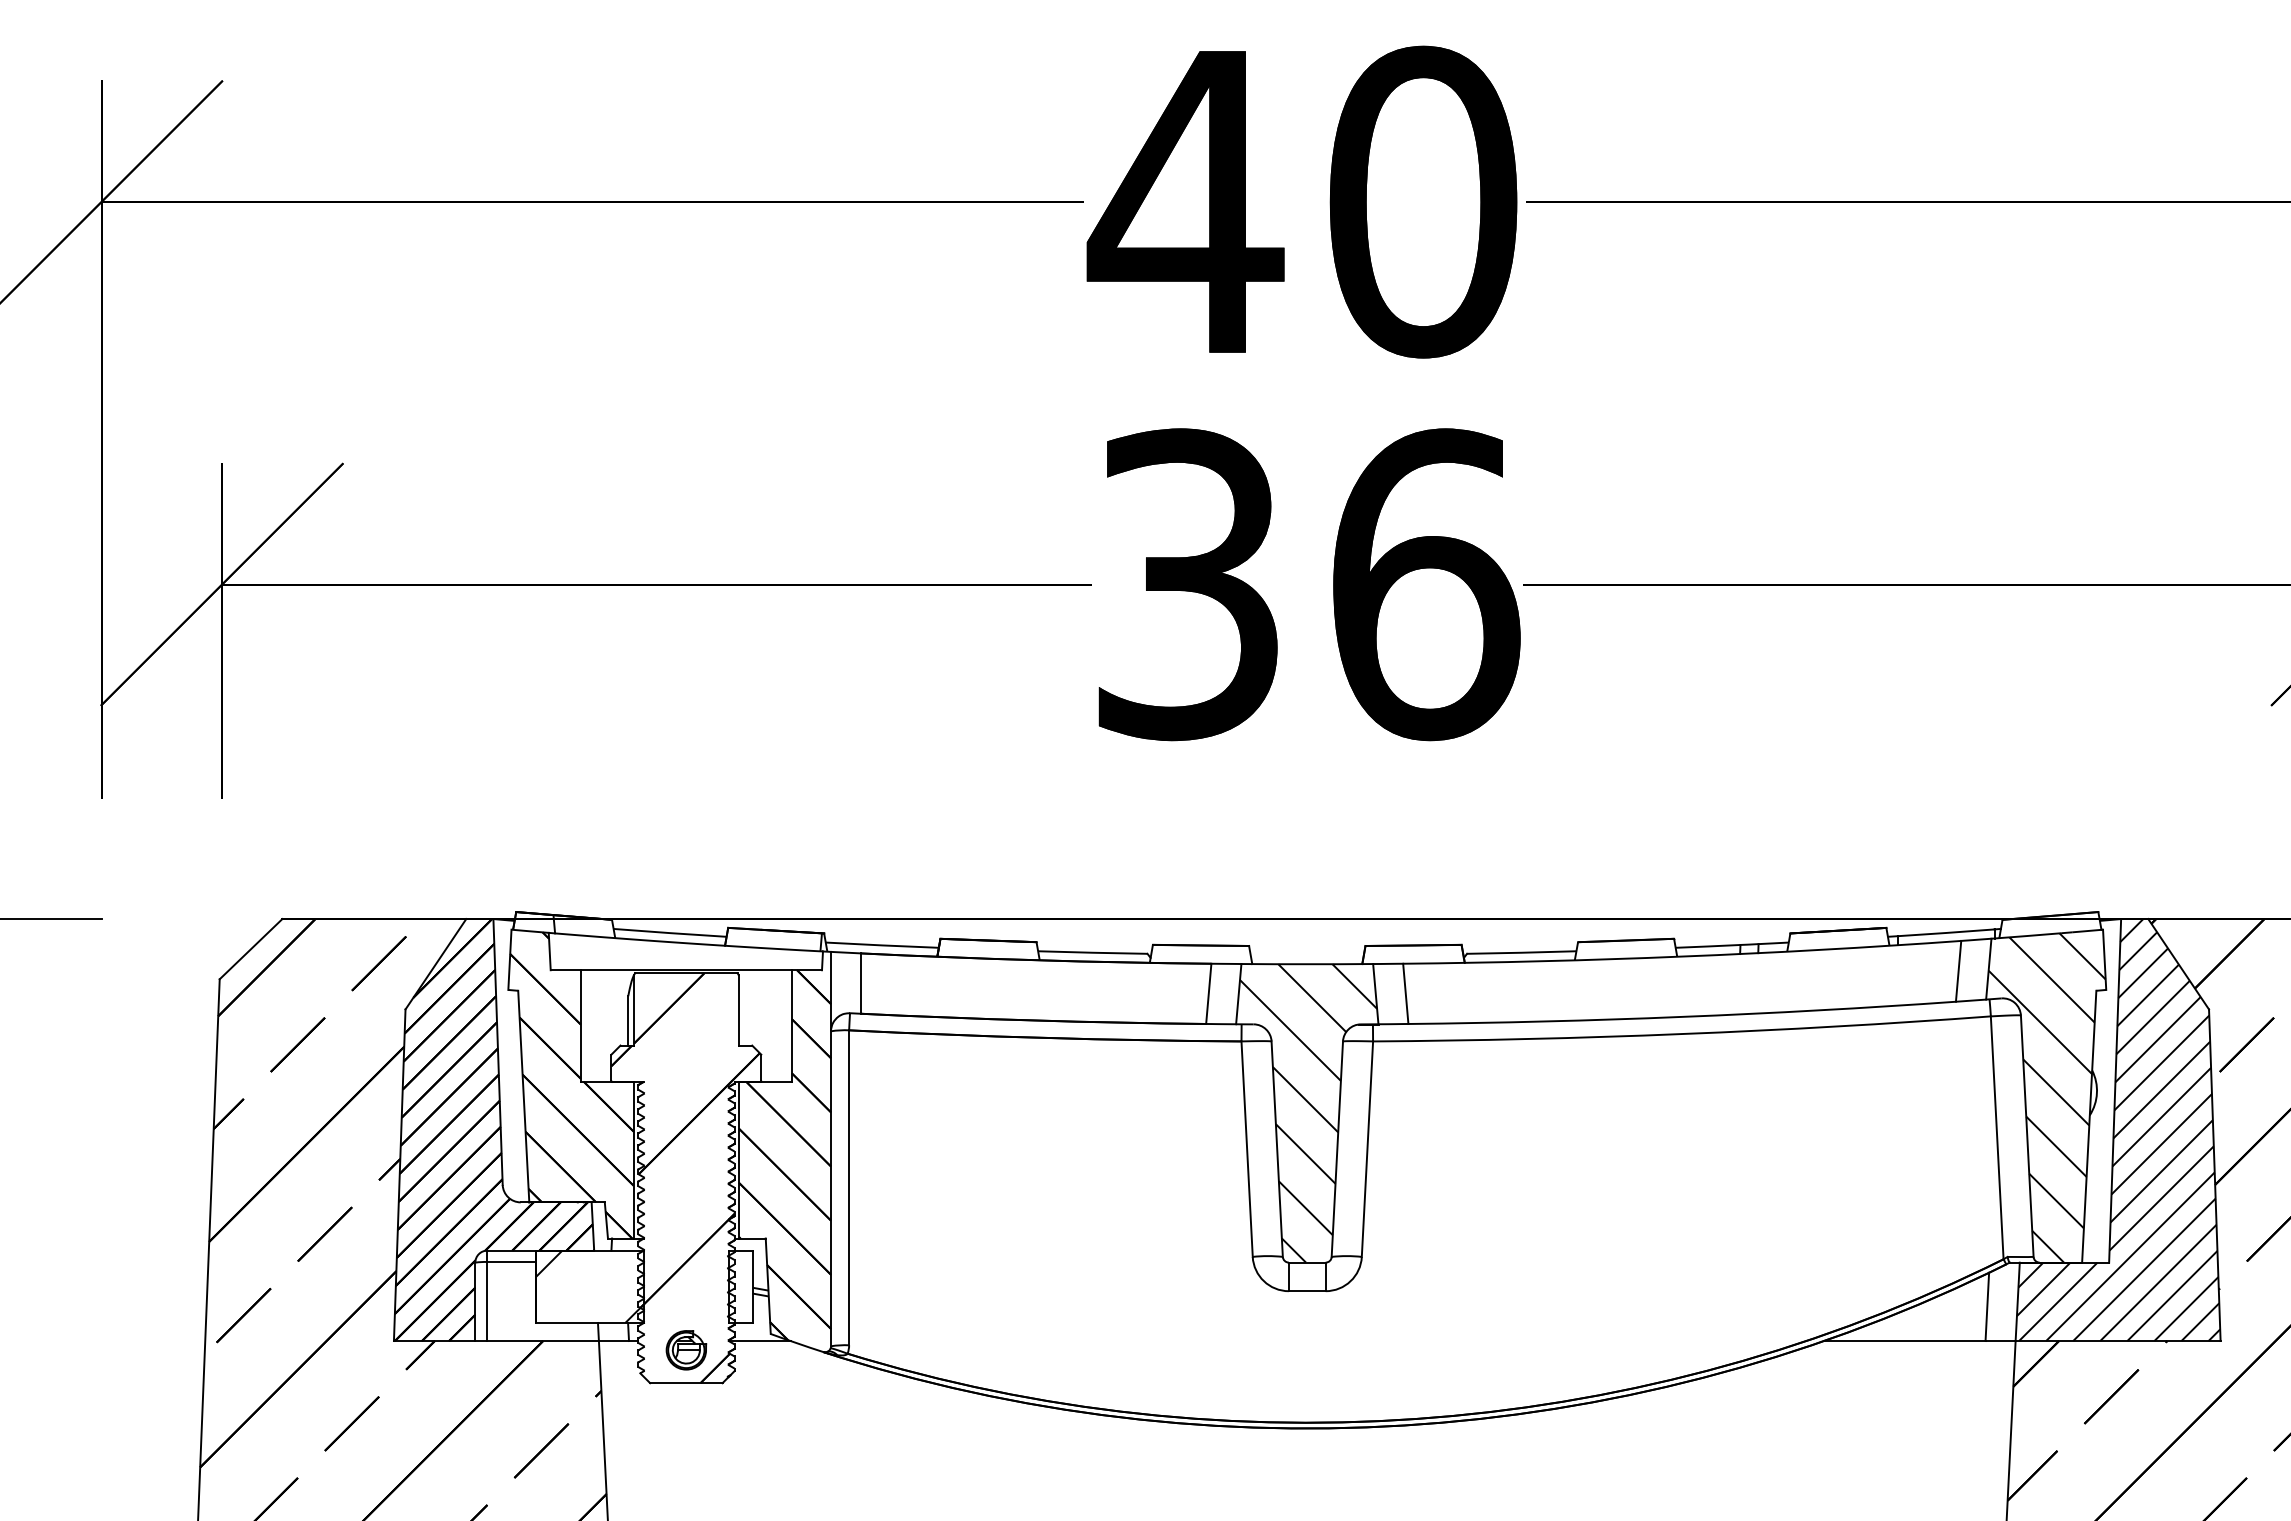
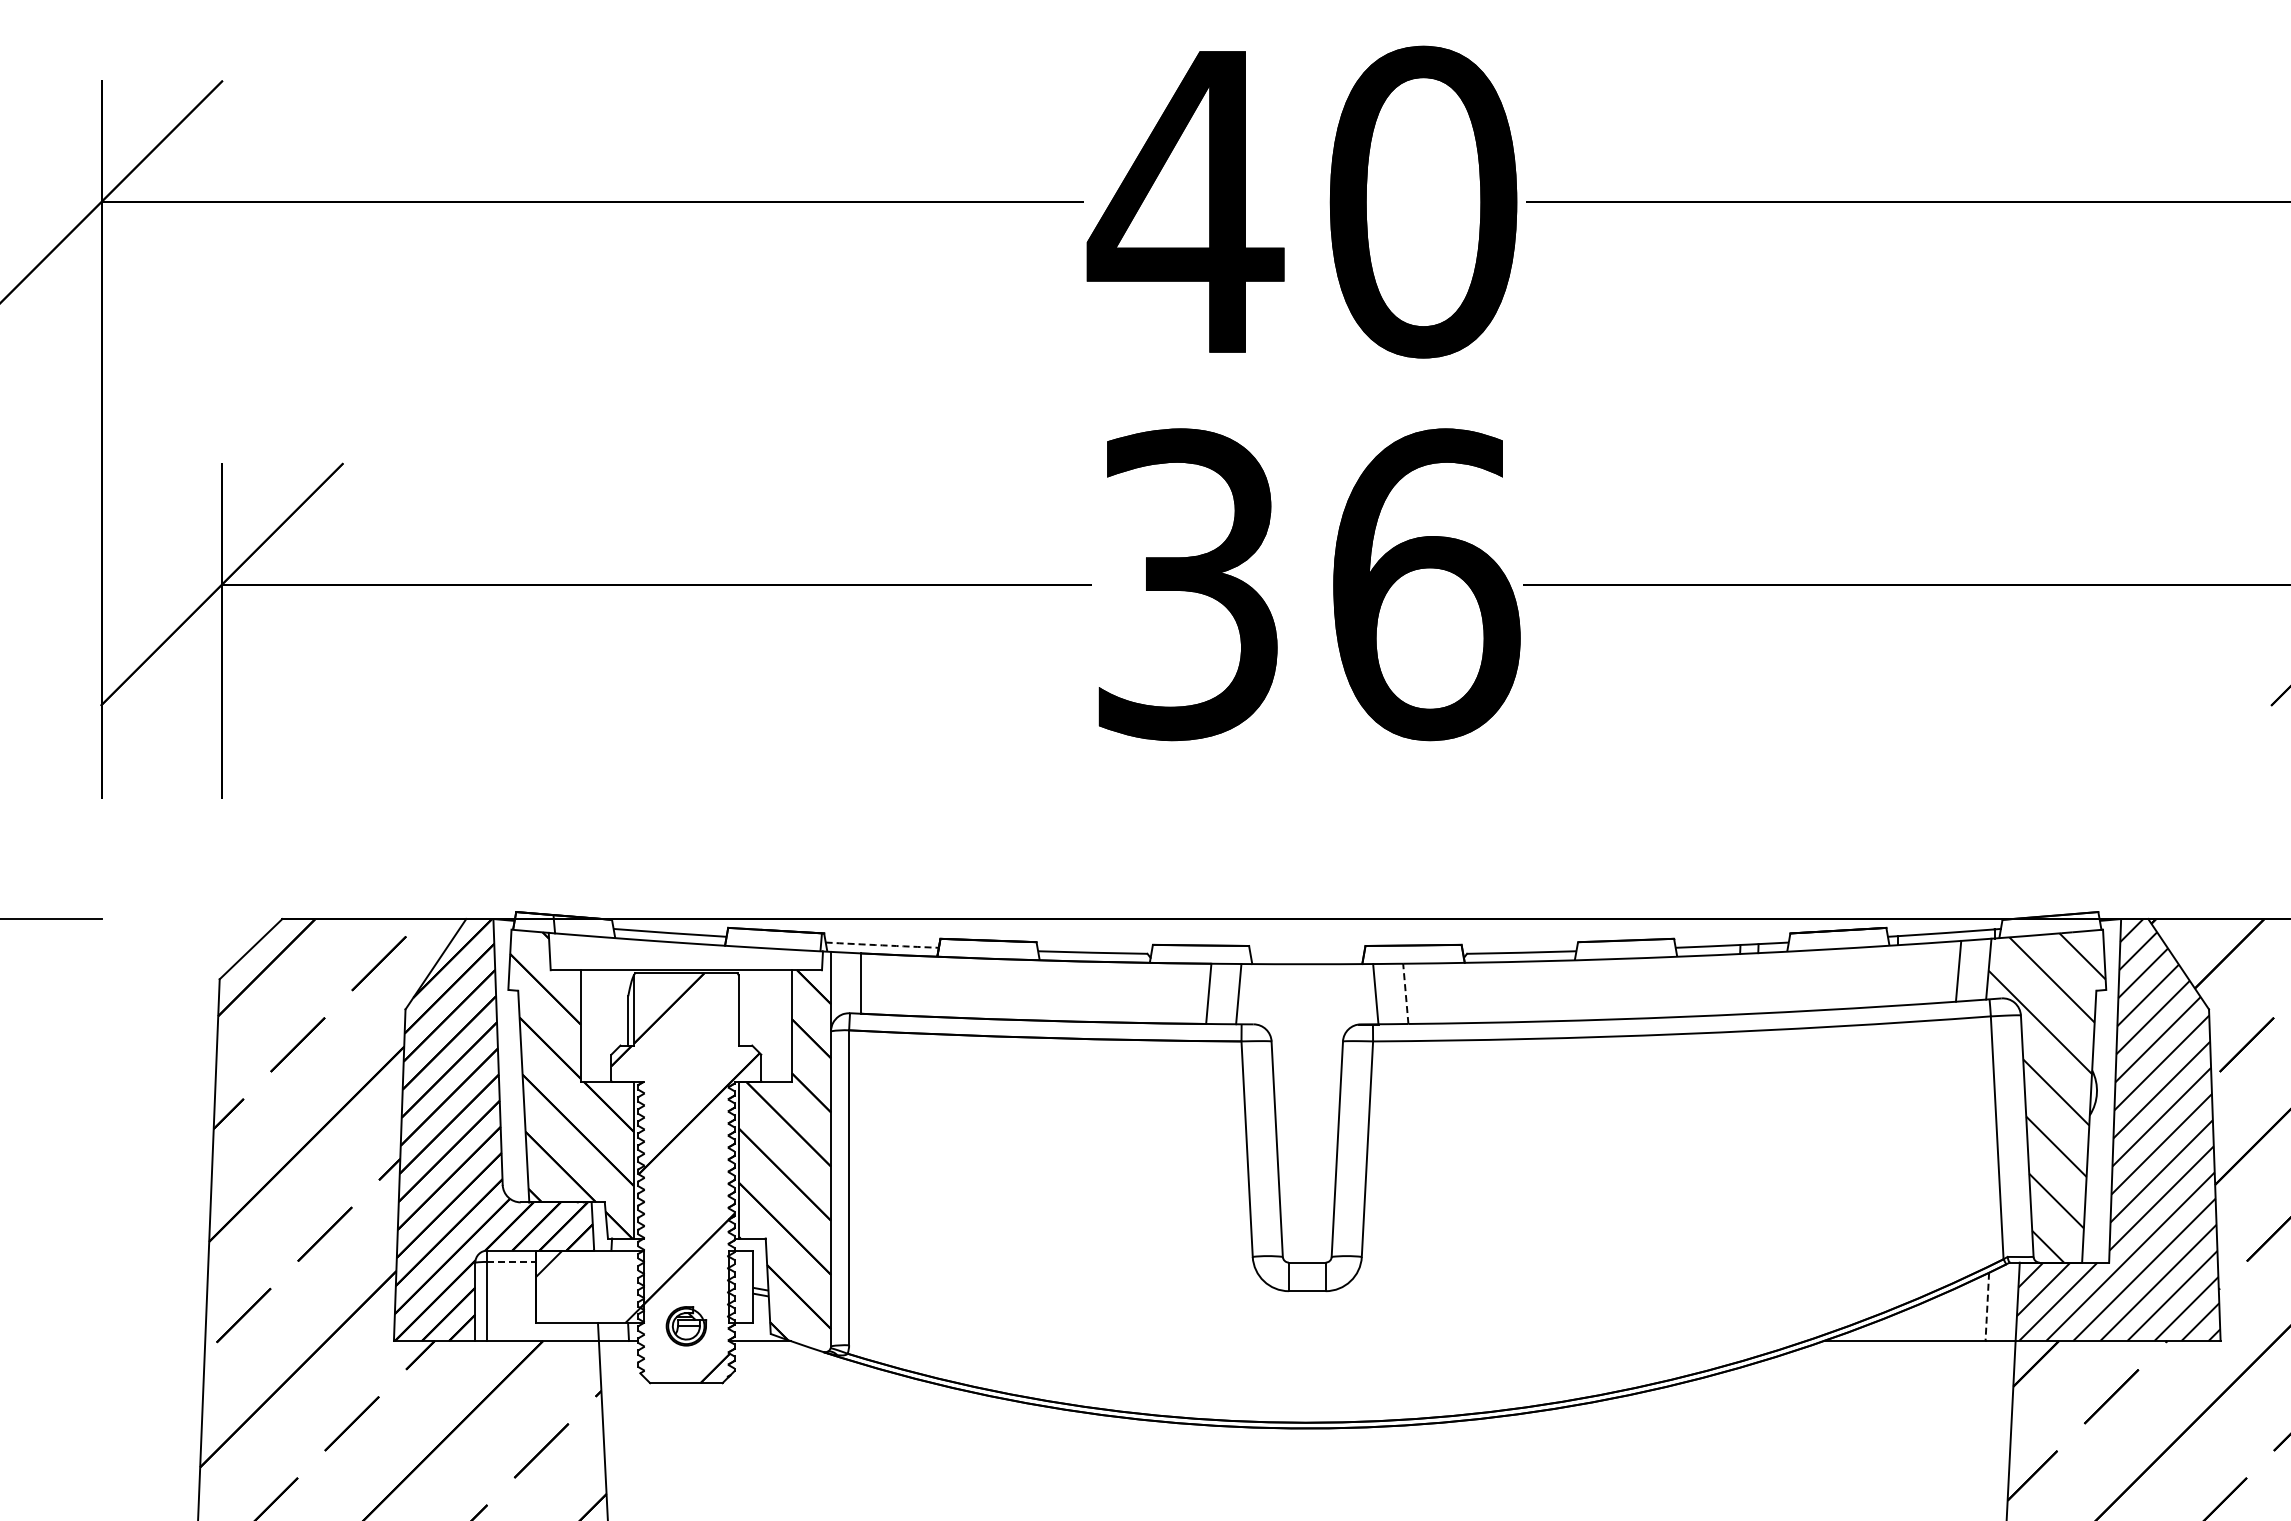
arc at (882, 945): solid -> dashed
line at (1405, 993): solid -> dashed
hatch at (1308, 1113): present -> none
line at (511, 1262): solid -> dashed
line at (1987, 1307): solid -> dashed
part at (686, 1350) position: (686, 1350) -> (686, 1326)
